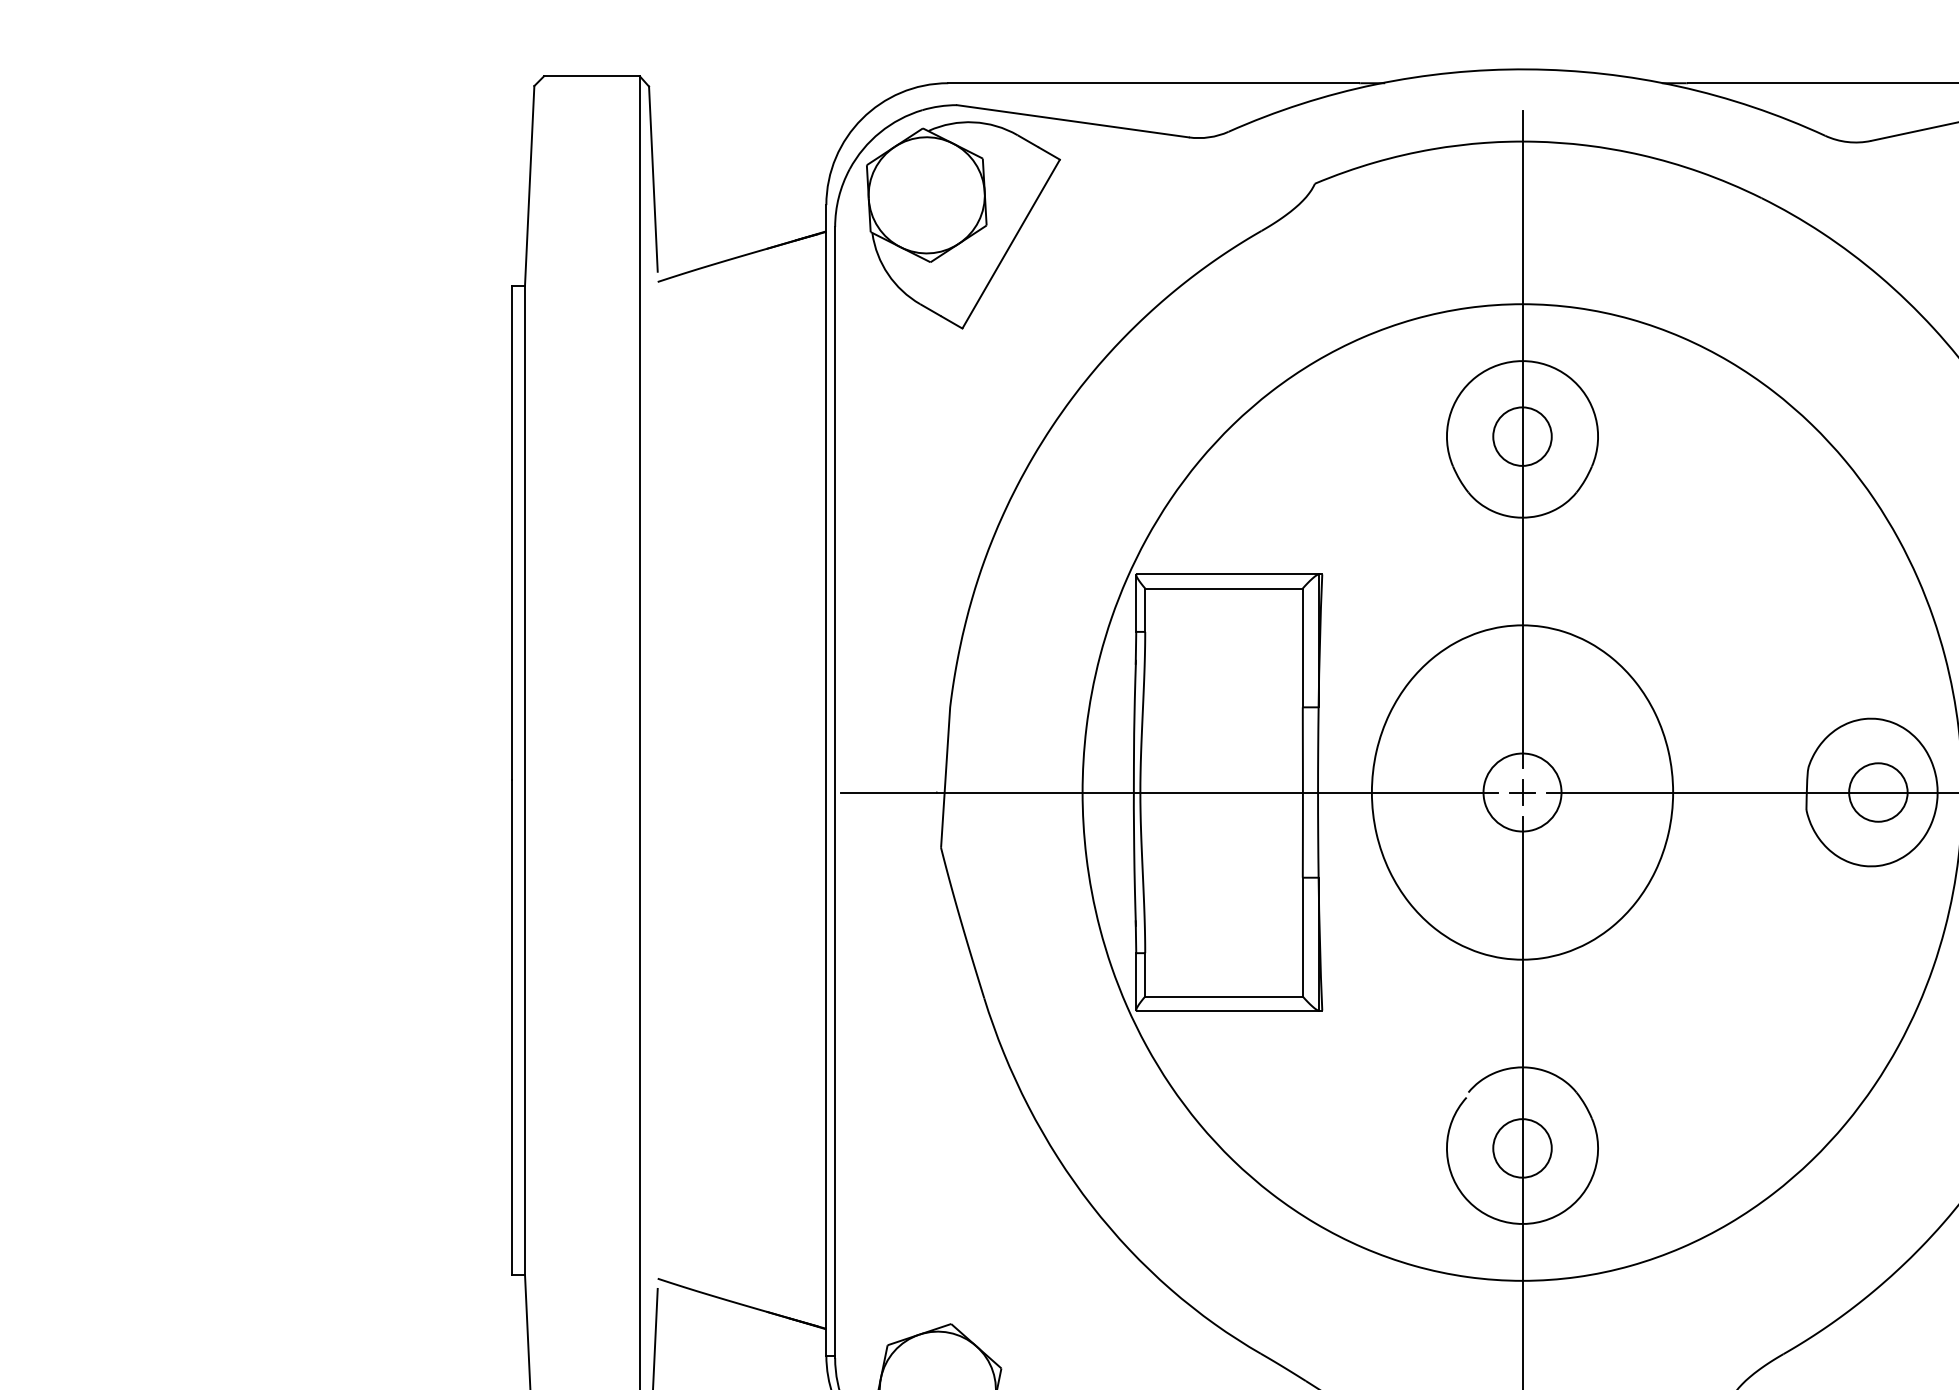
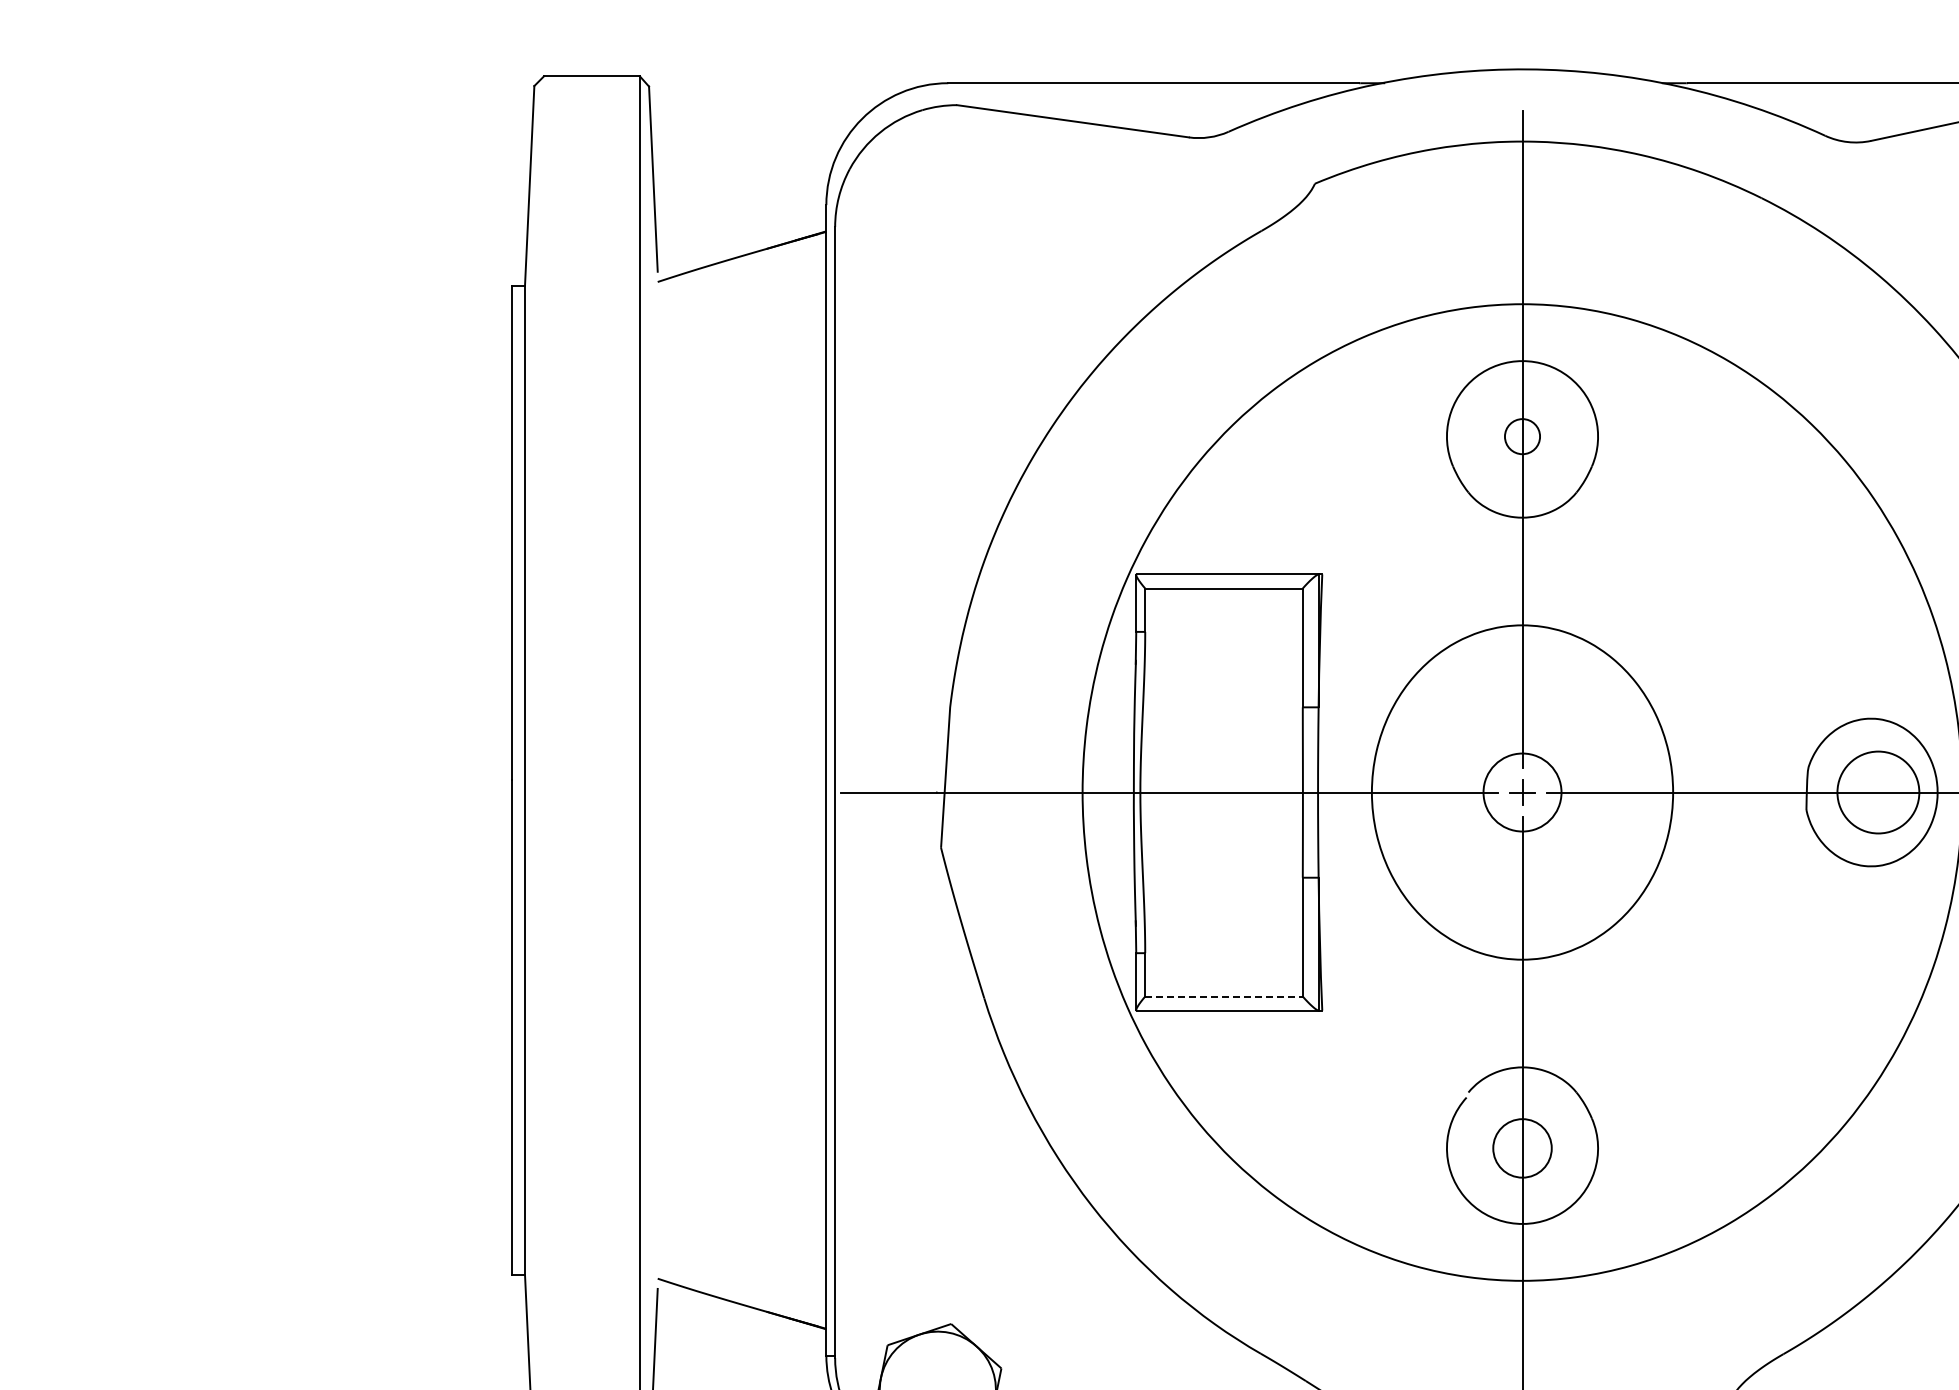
part at (963, 225): present -> none
circle at (1522, 436) diameter: 58 px -> 35 px
circle at (1878, 792) diameter: 58 px -> 82 px
line at (1224, 996): solid -> dashed
